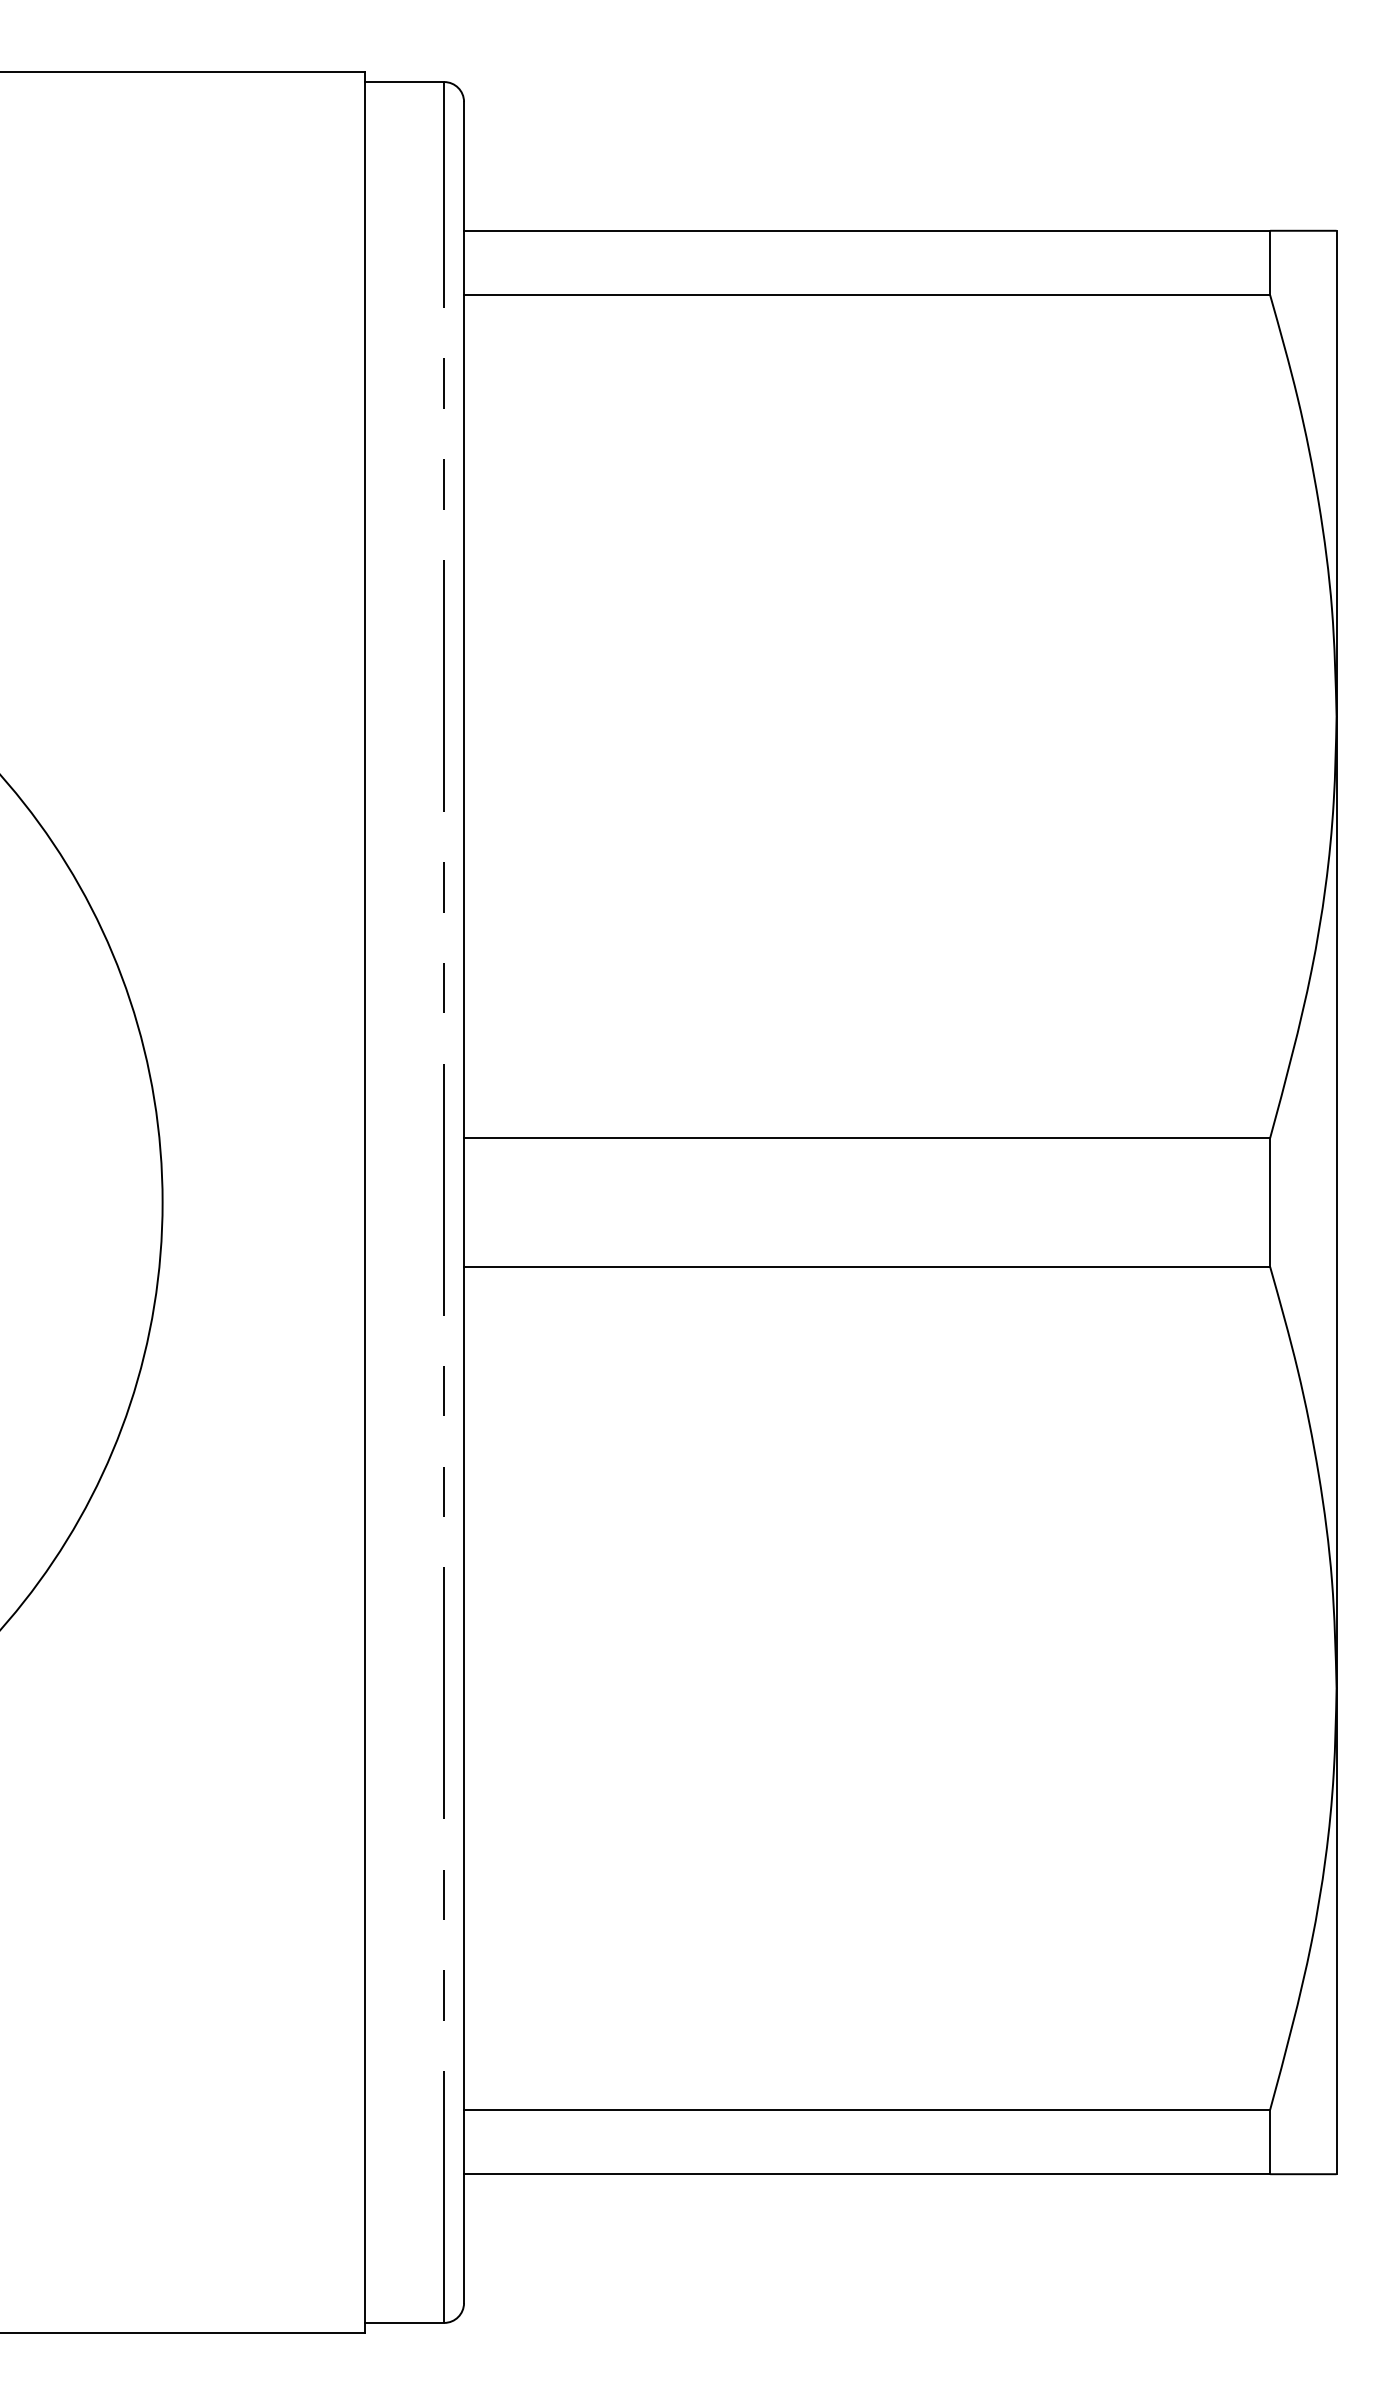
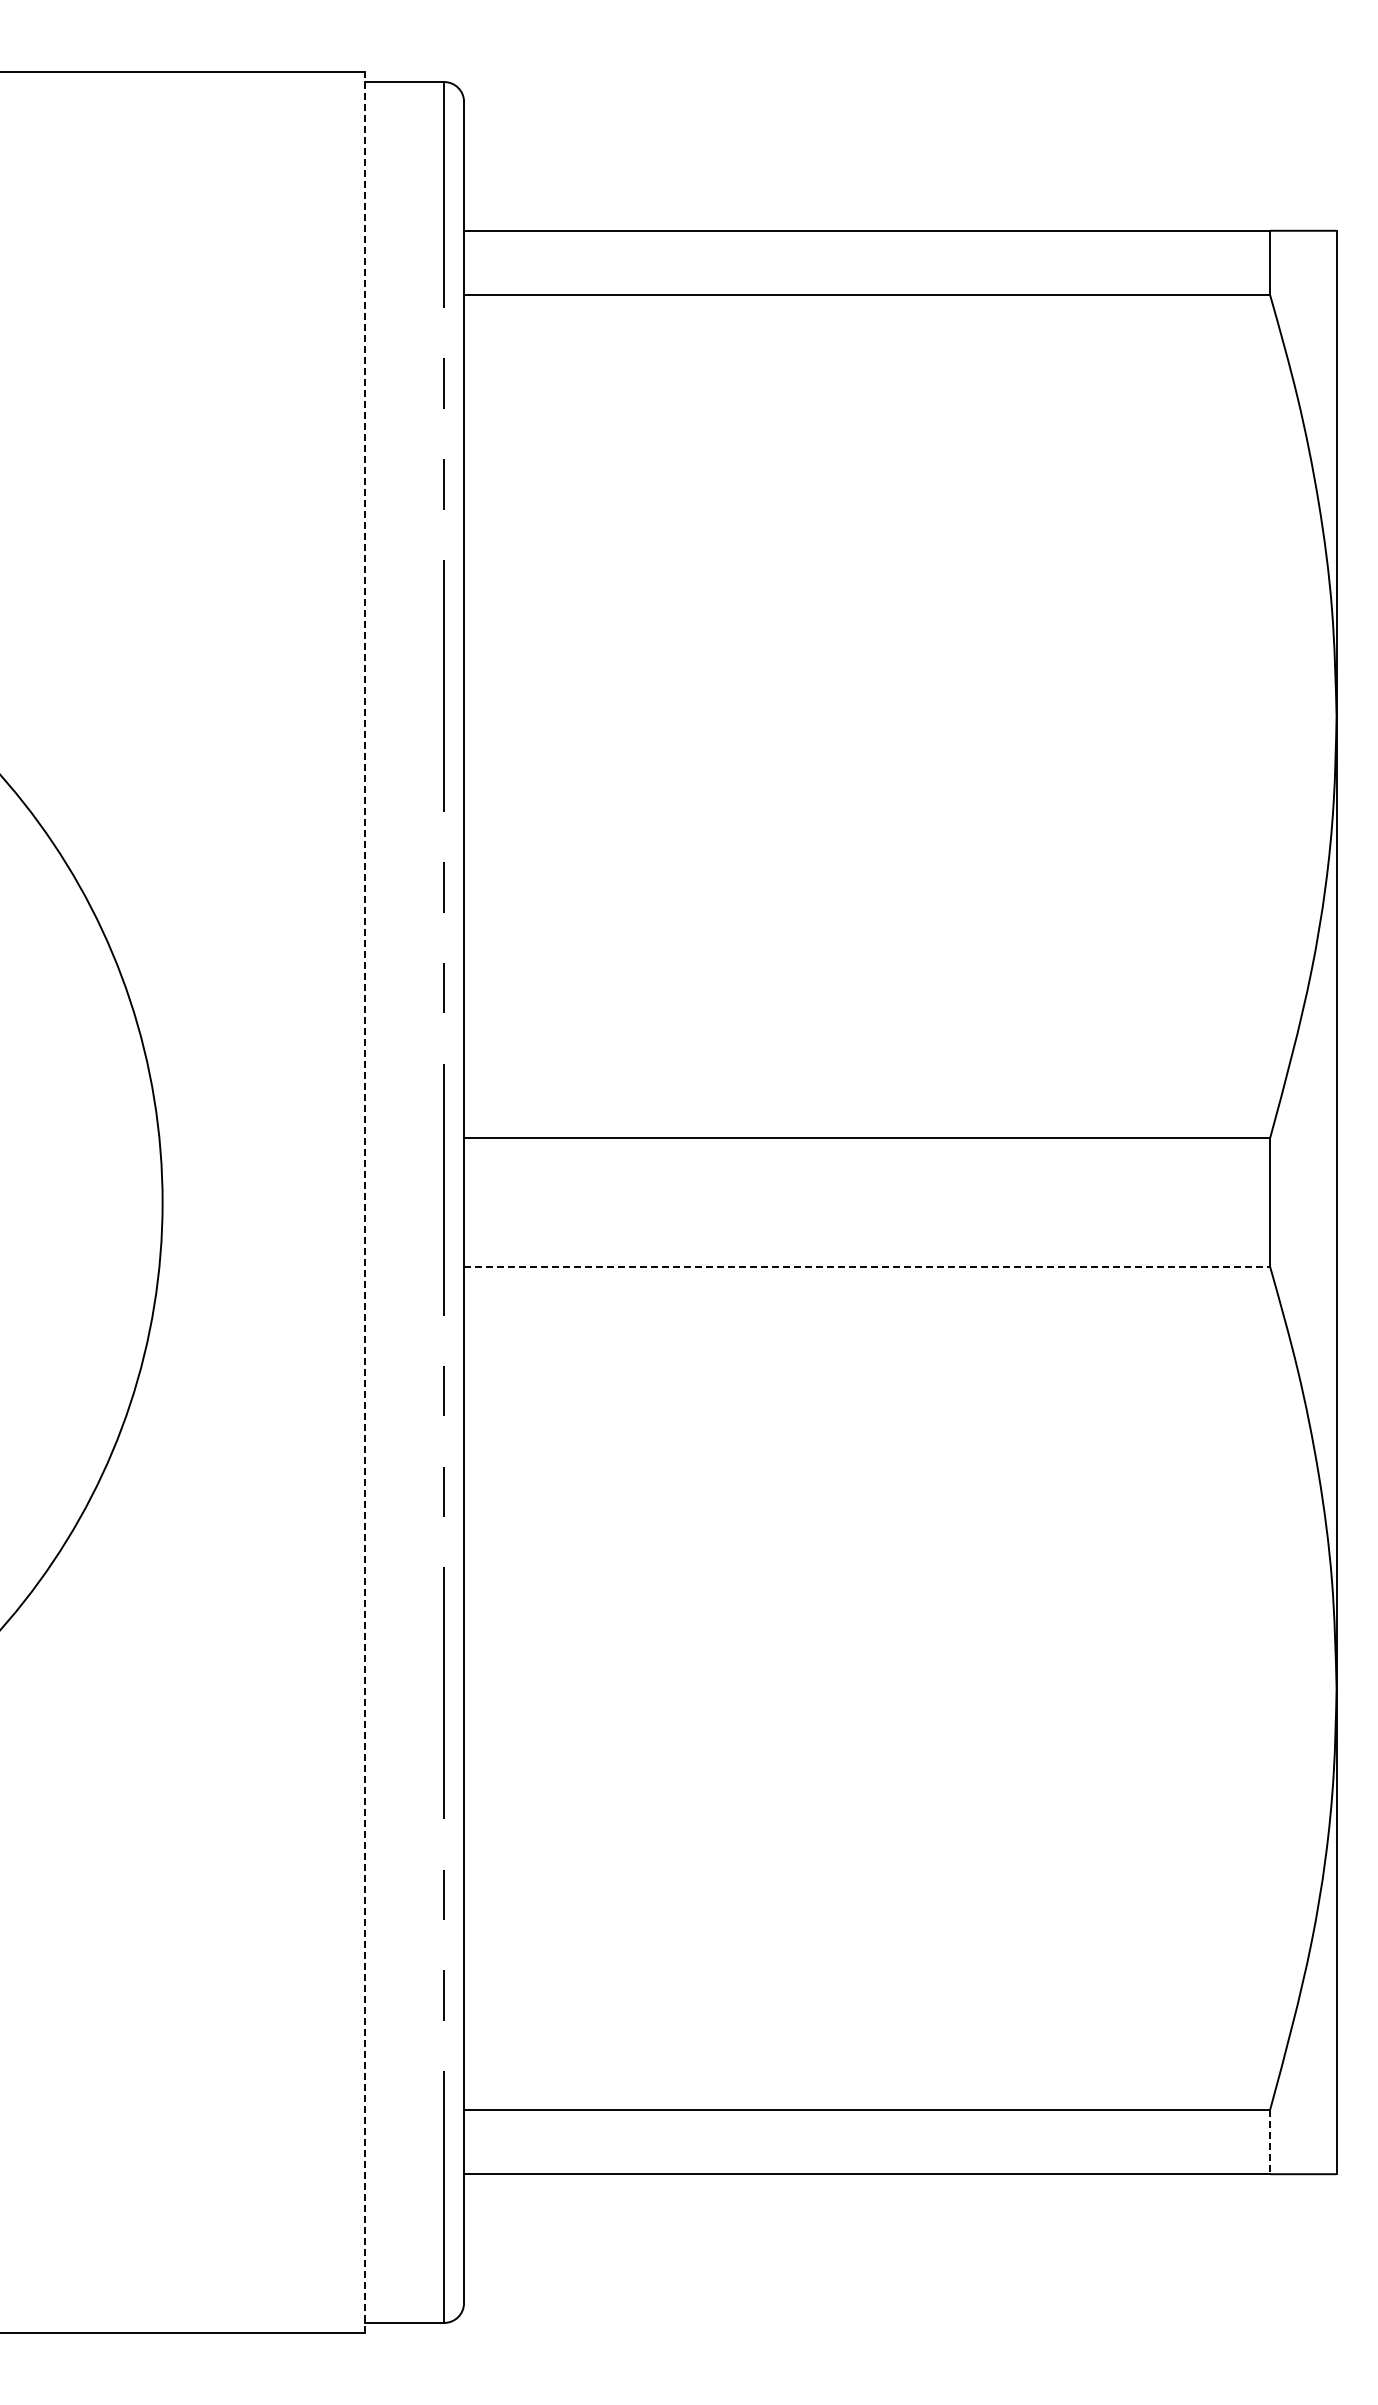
line at (364, 1202): solid -> dashed
line at (867, 1266): solid -> dashed
line at (1270, 2142): solid -> dashed
